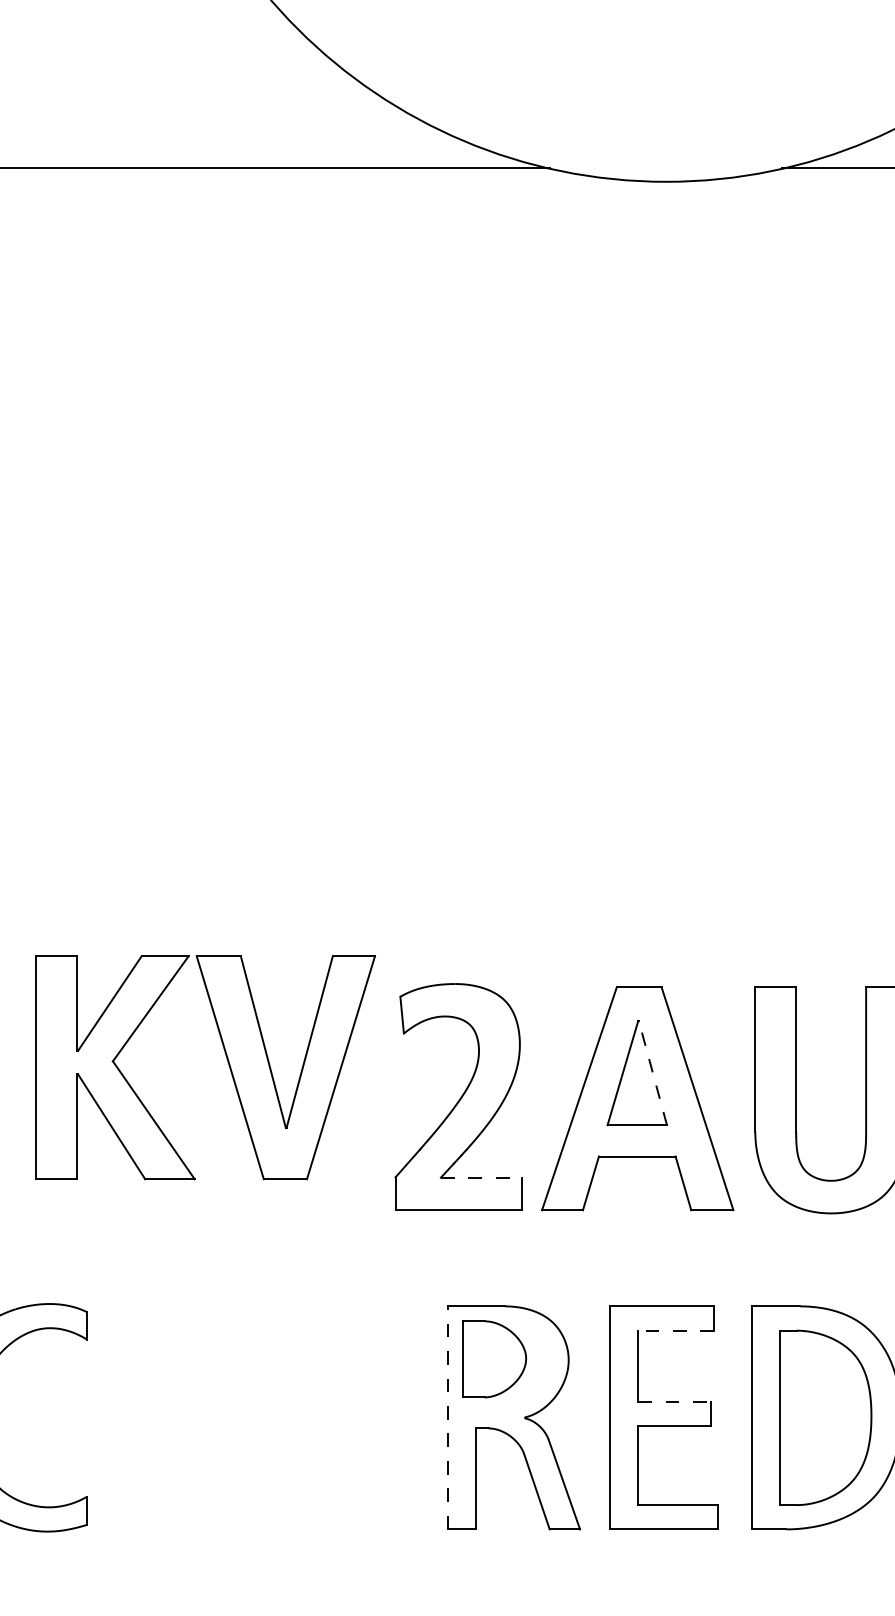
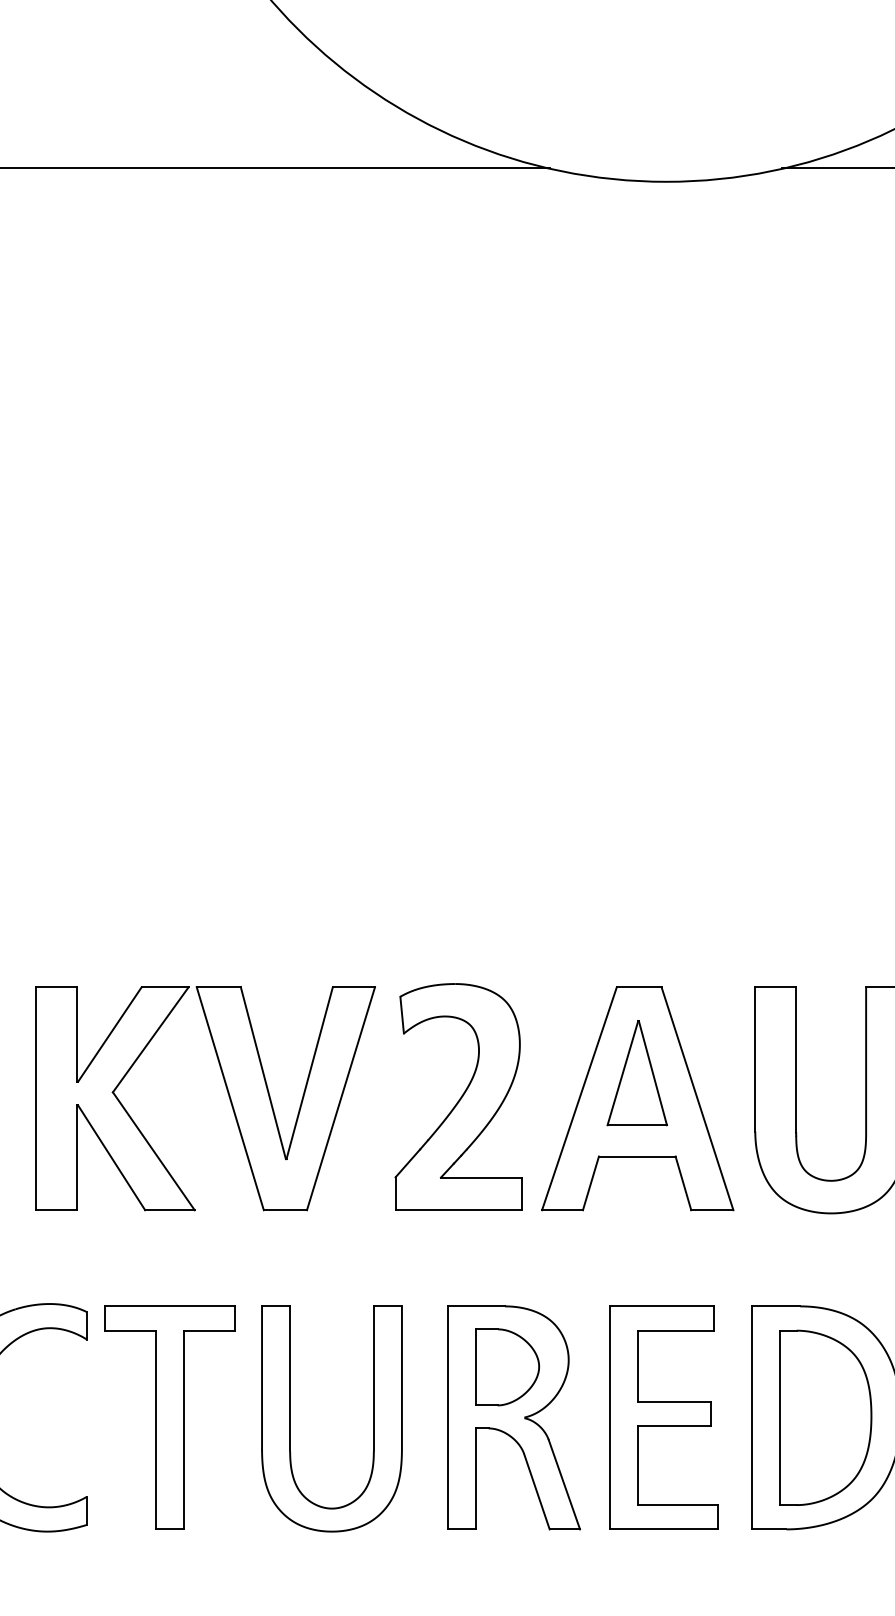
part at (226, 1059) position: (226, 1059) -> (226, 1090)
line at (652, 1073): dashed -> solid
line at (481, 1177): dashed -> solid
line at (676, 1330): dashed -> solid
part at (494, 1359) position: (494, 1359) -> (507, 1367)
line at (674, 1401): dashed -> solid
part at (169, 1417): none -> present
line at (447, 1417): dashed -> solid
part at (290, 1418): none -> present
